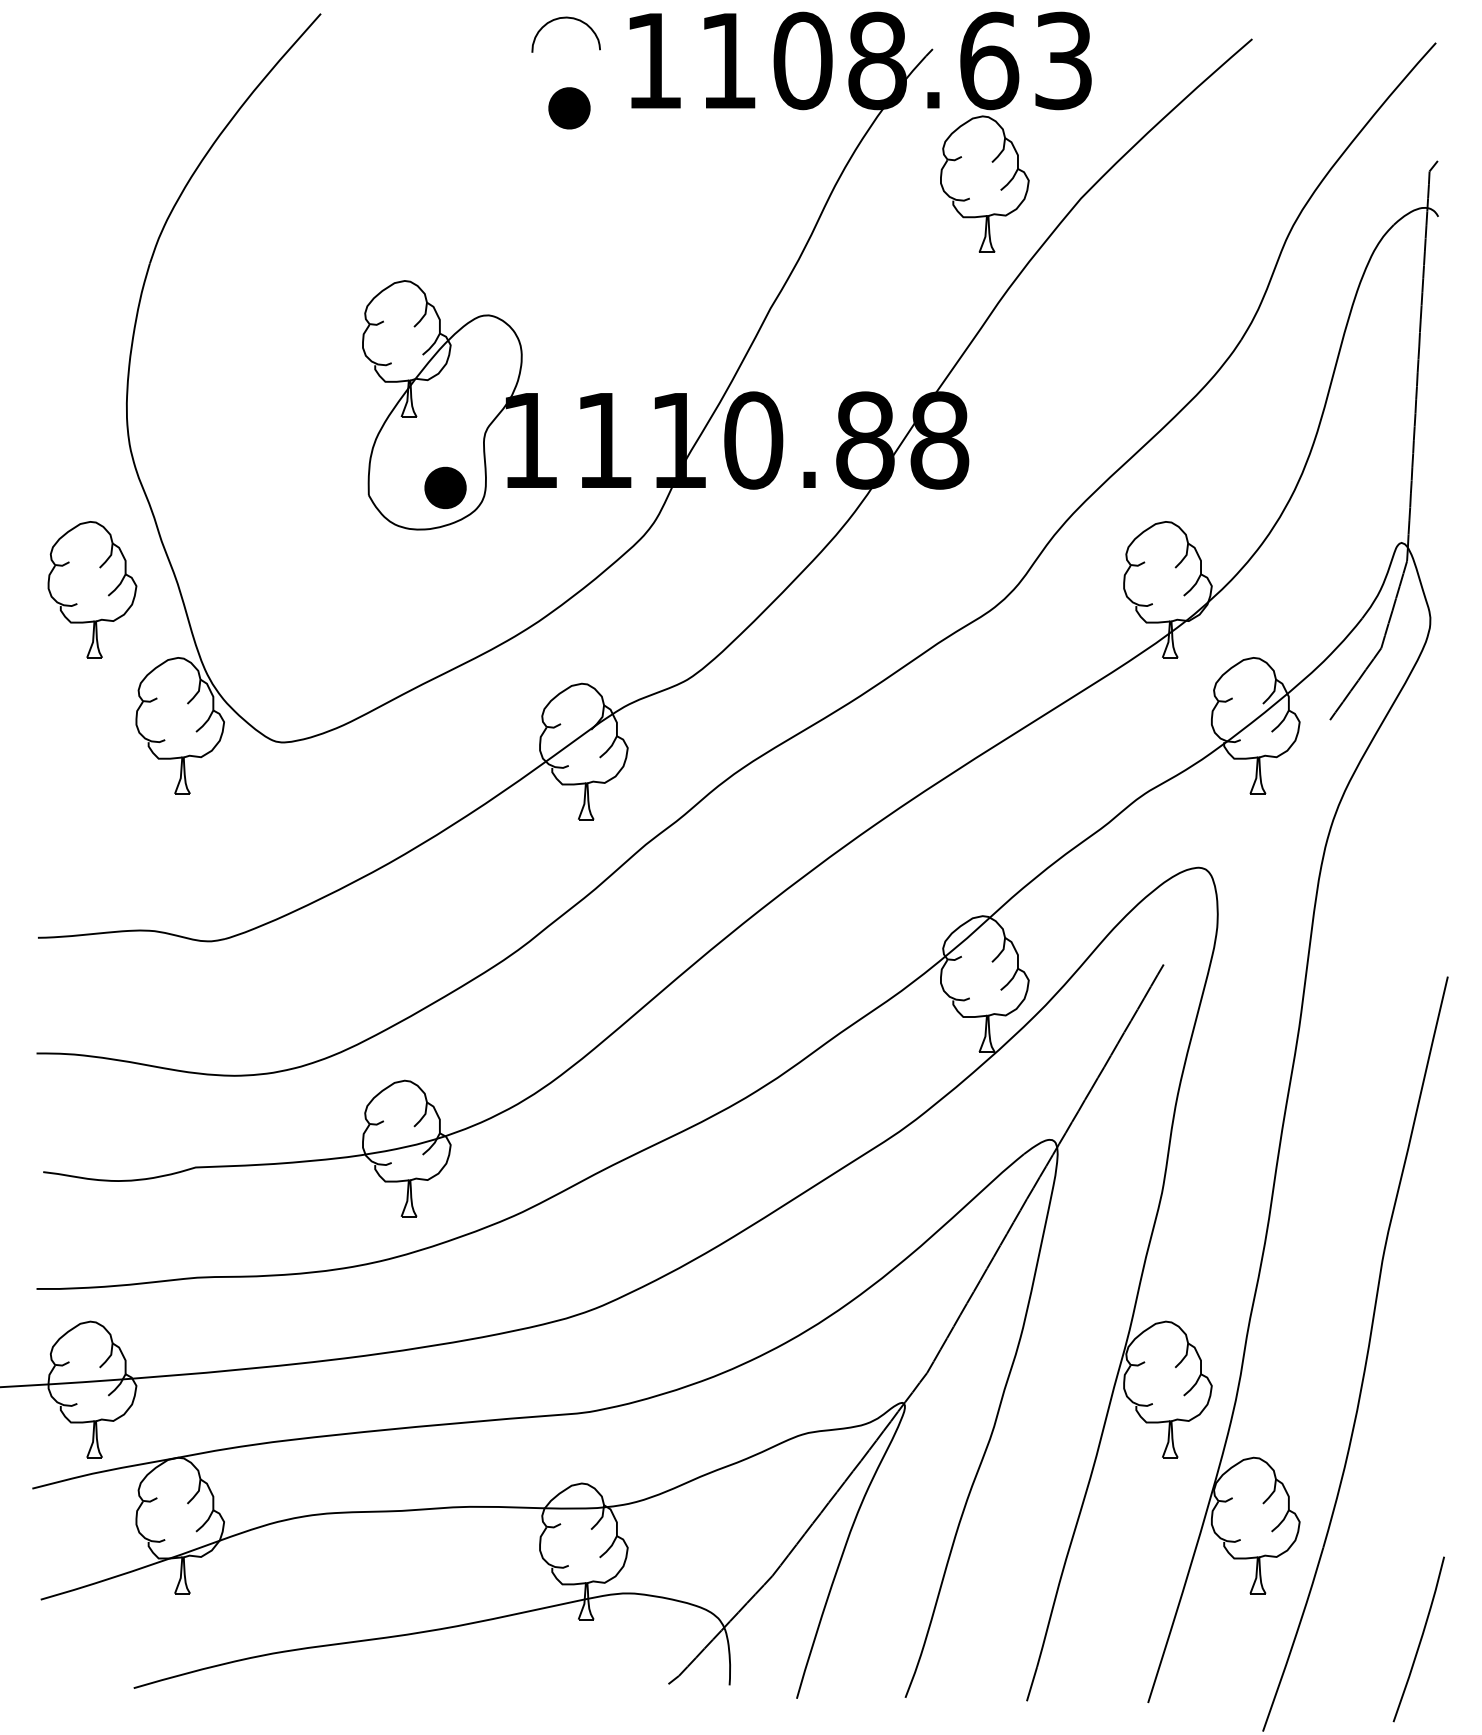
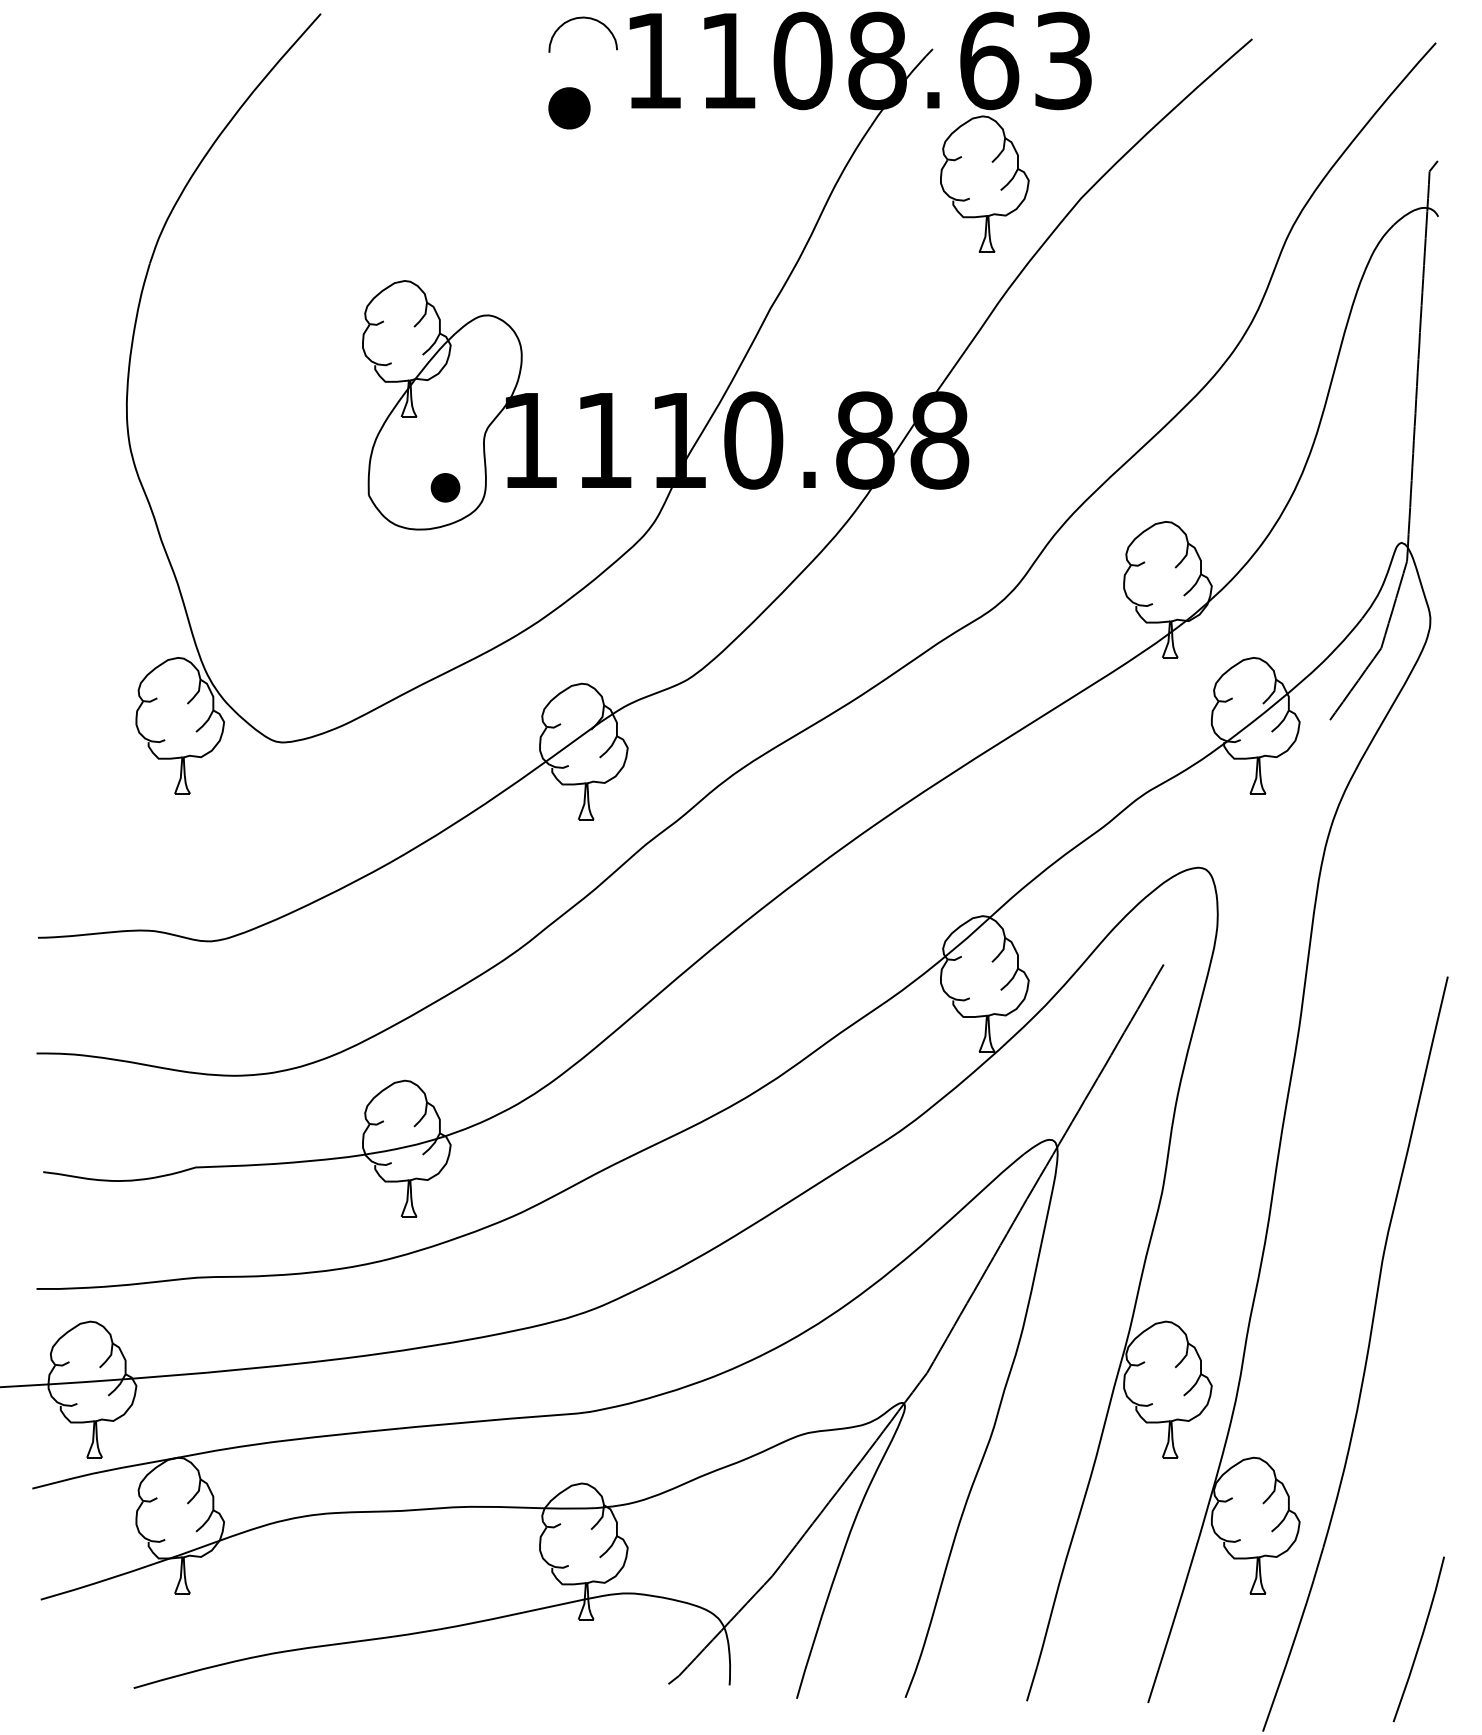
curve at (565, 18) position: (565, 18) -> (582, 18)
part at (445, 487) size: 43x43 px -> 31x30 px
part at (92, 589): present -> none
